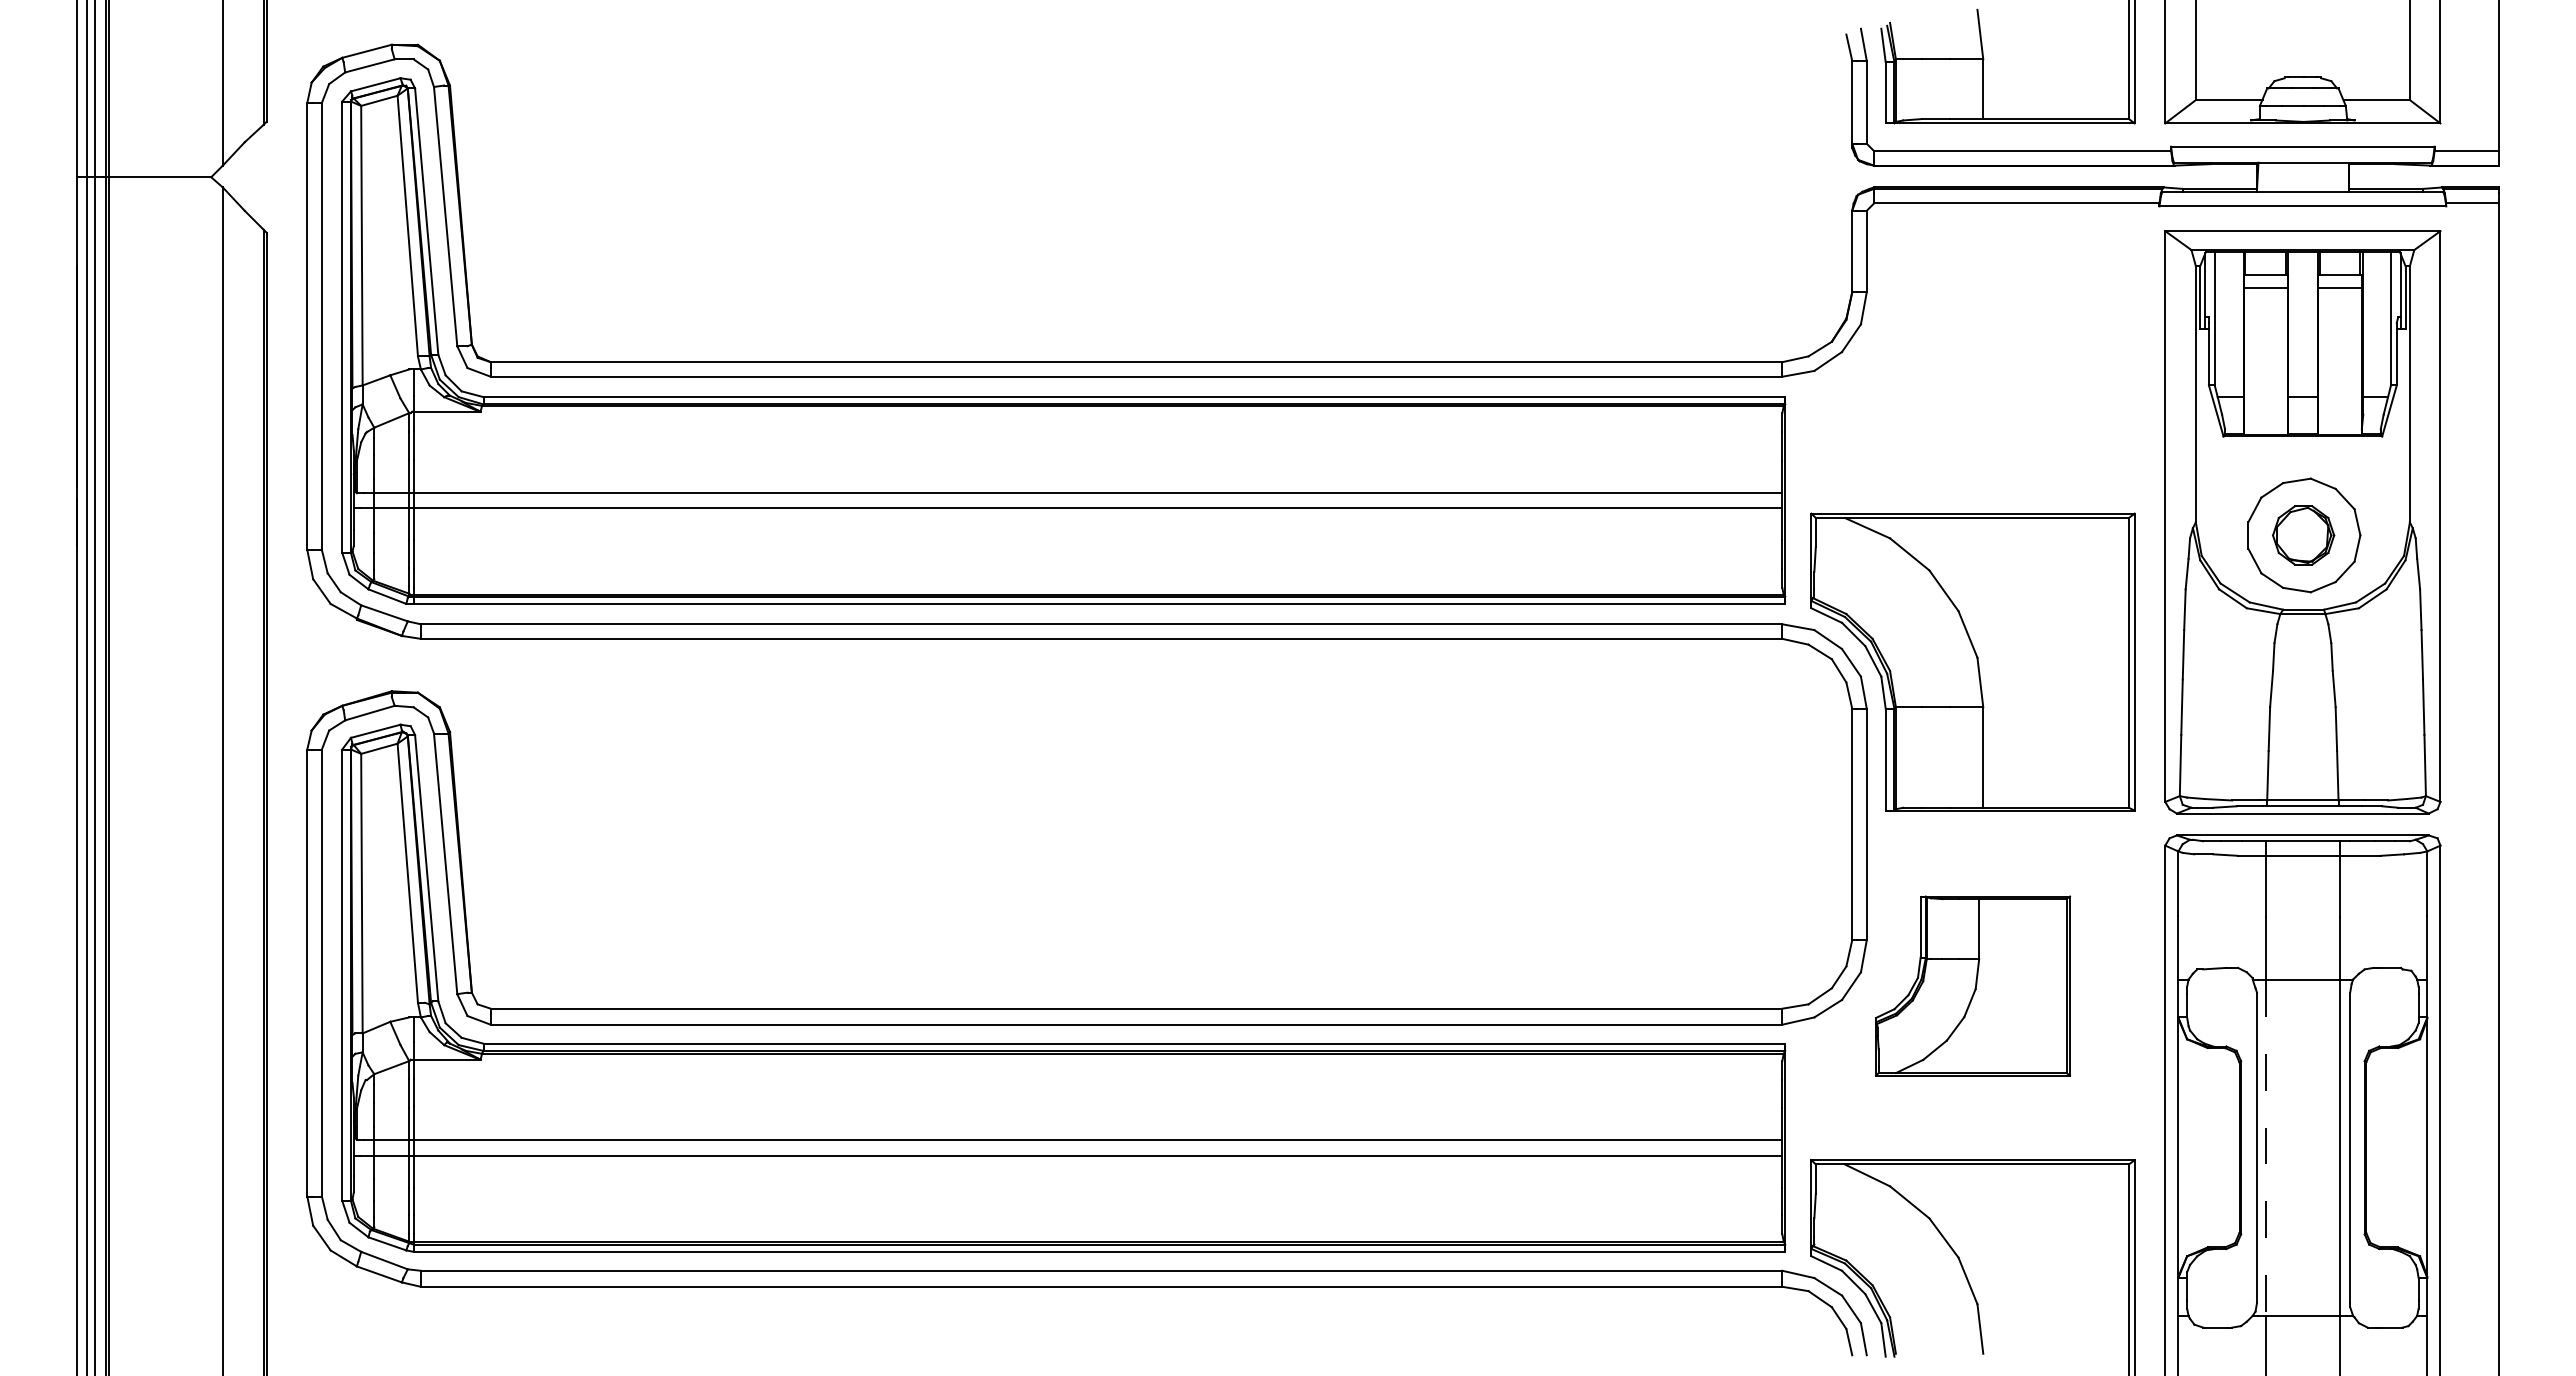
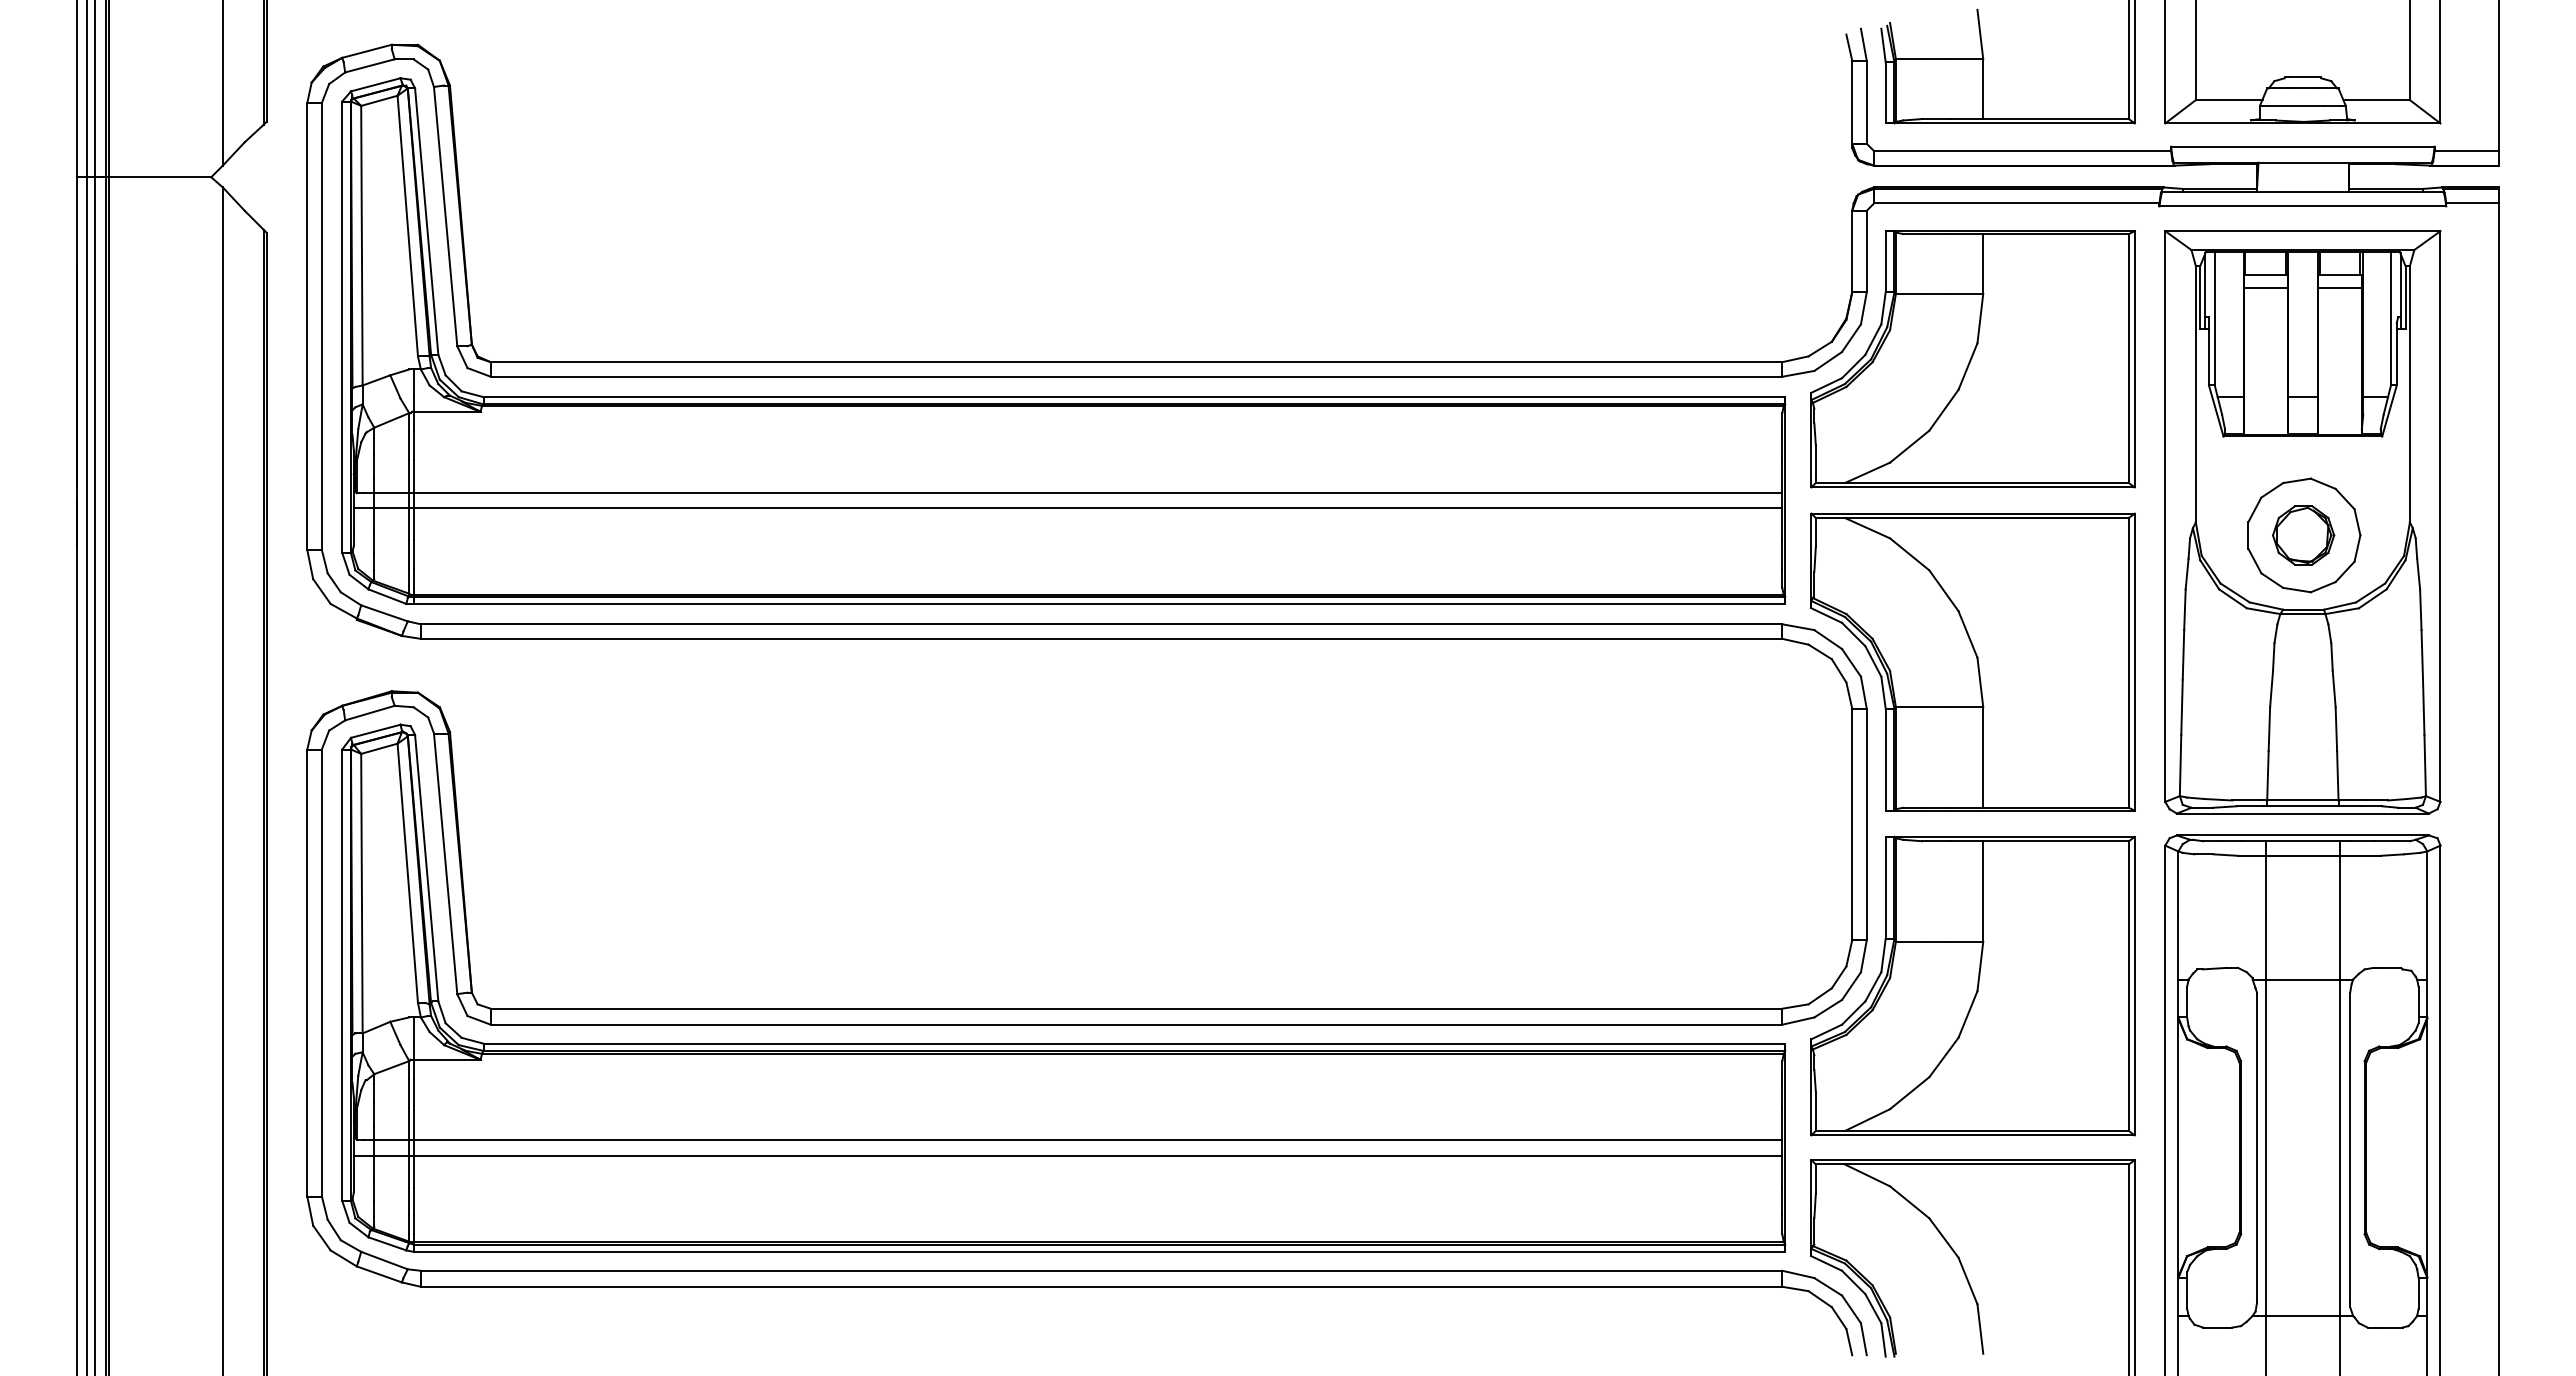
part at (1972, 359): none -> present
part at (1973, 985) size: 197x182 px -> 326x302 px
line at (2265, 1148): dashed -> solid
